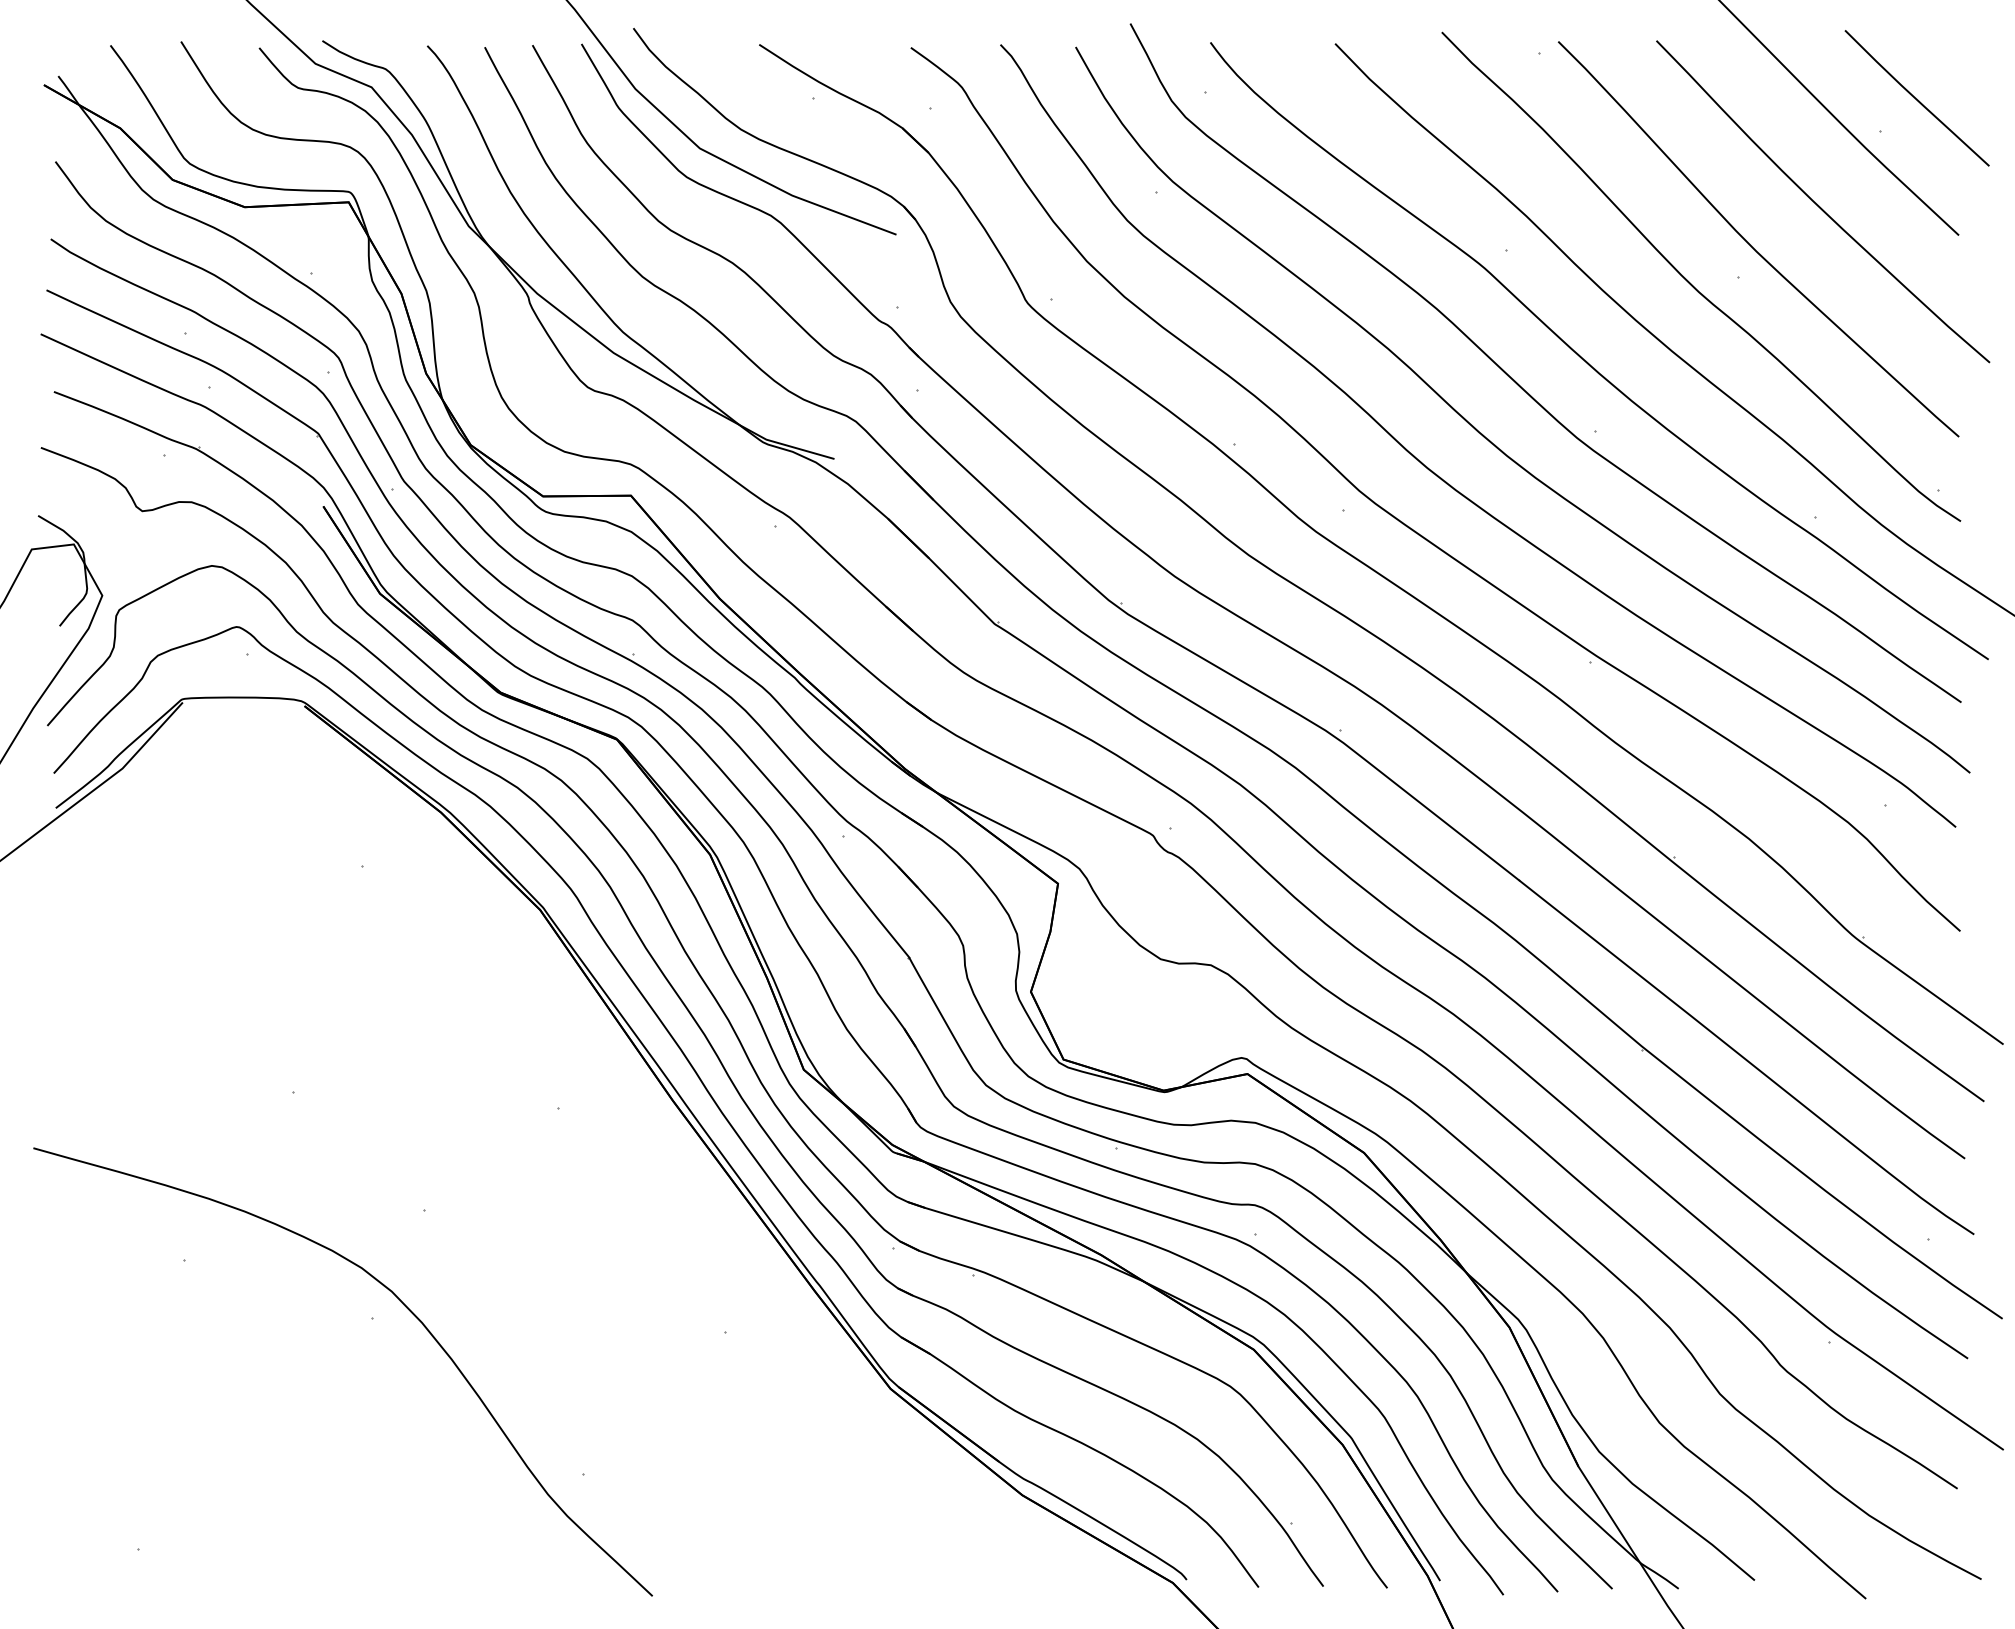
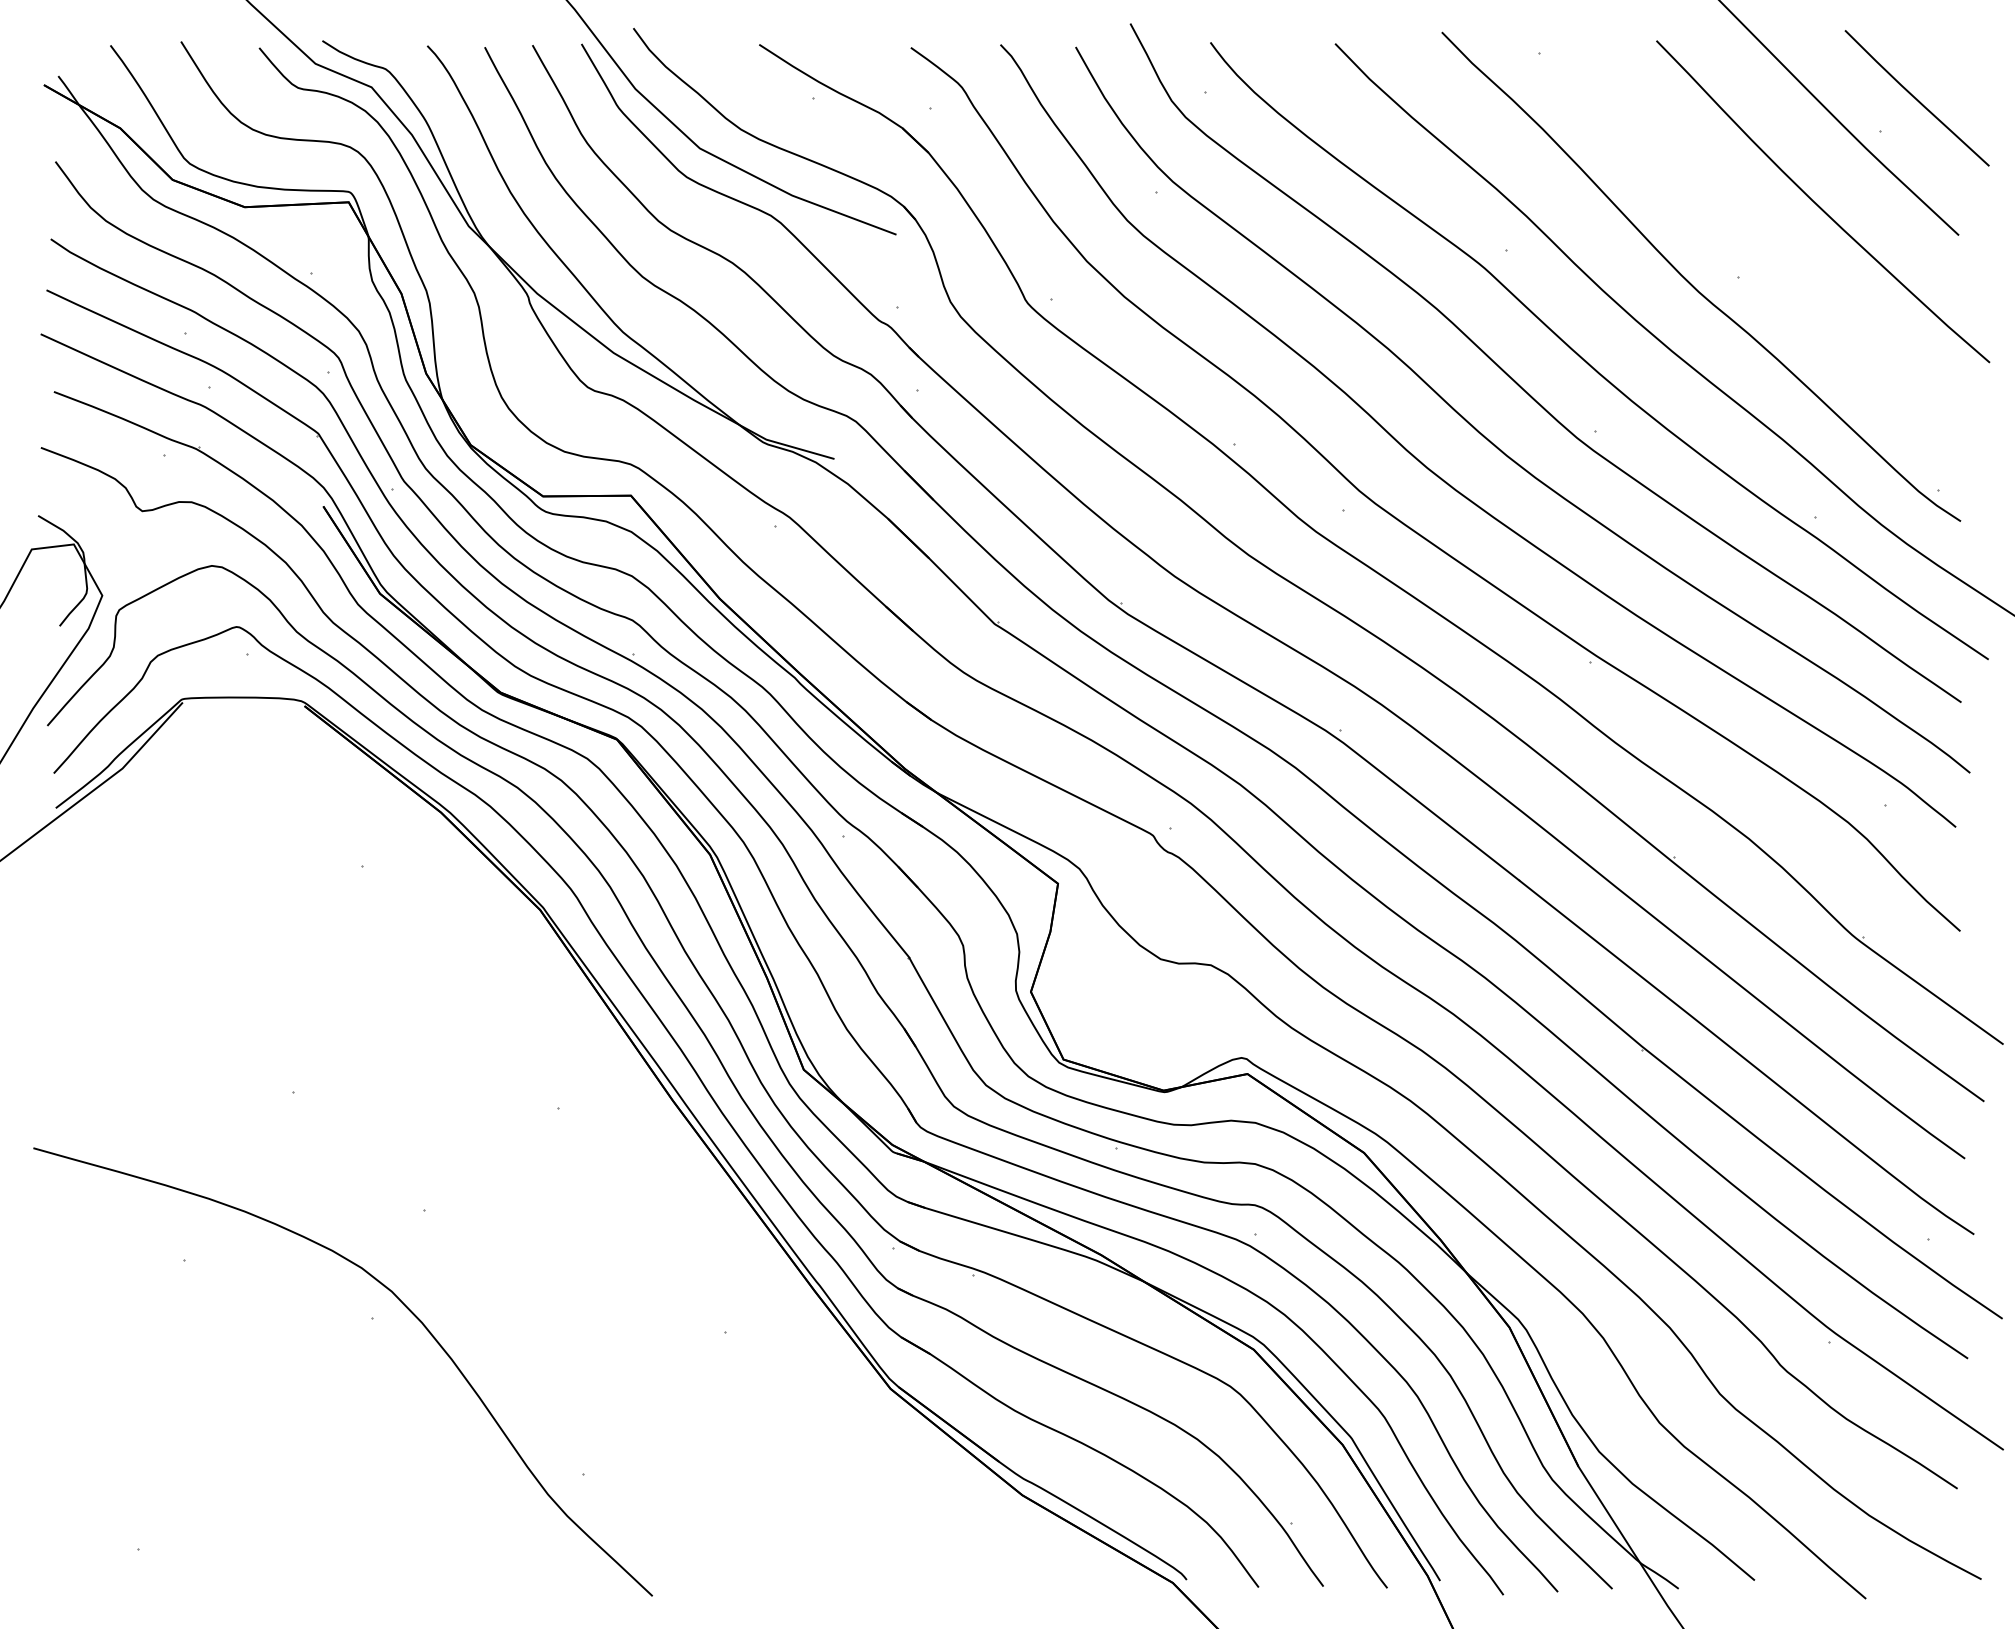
curve at (1751, 245): present -> none
